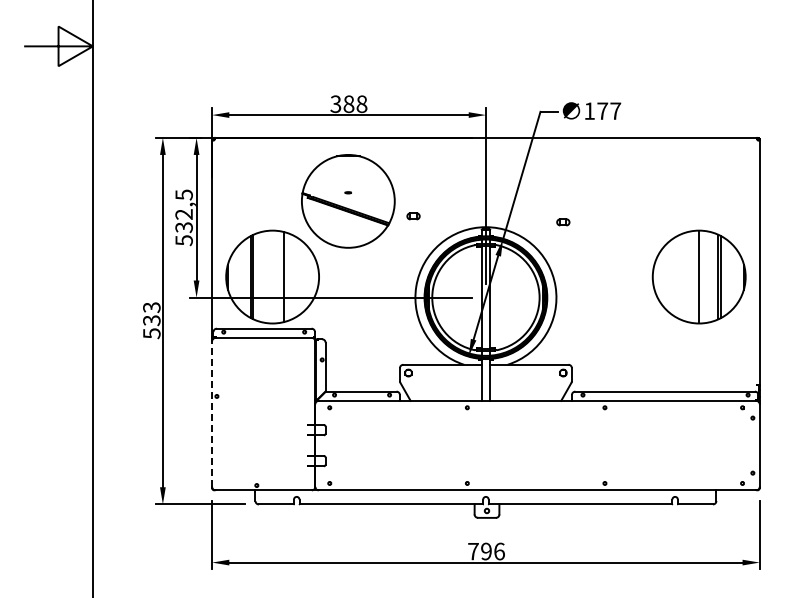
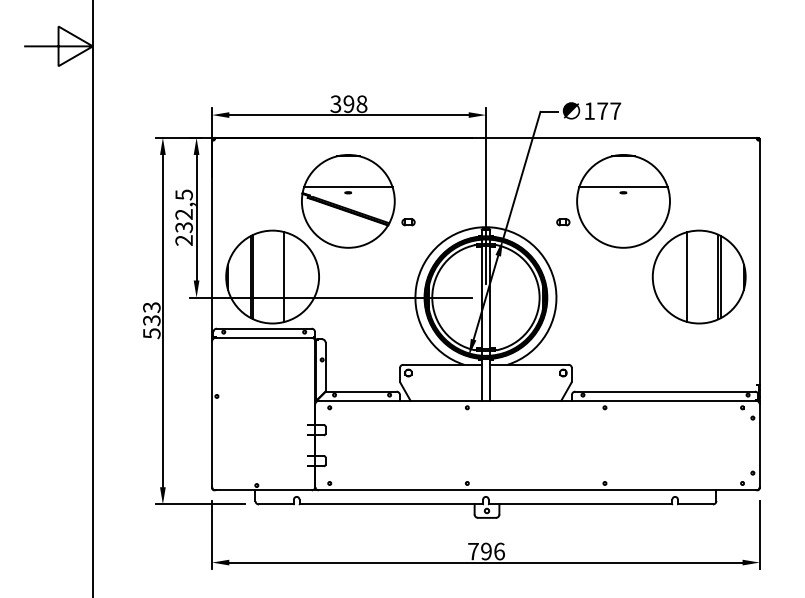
text at (348, 104): 388 -> 398
line at (348, 187): none -> present
part at (623, 201): none -> present
part at (413, 216) position: (413, 216) -> (408, 222)
text at (183, 240): 532,5 -> 232,5
line at (699, 276) position: (699, 276) -> (687, 276)
line at (212, 414): dashed -> solid
